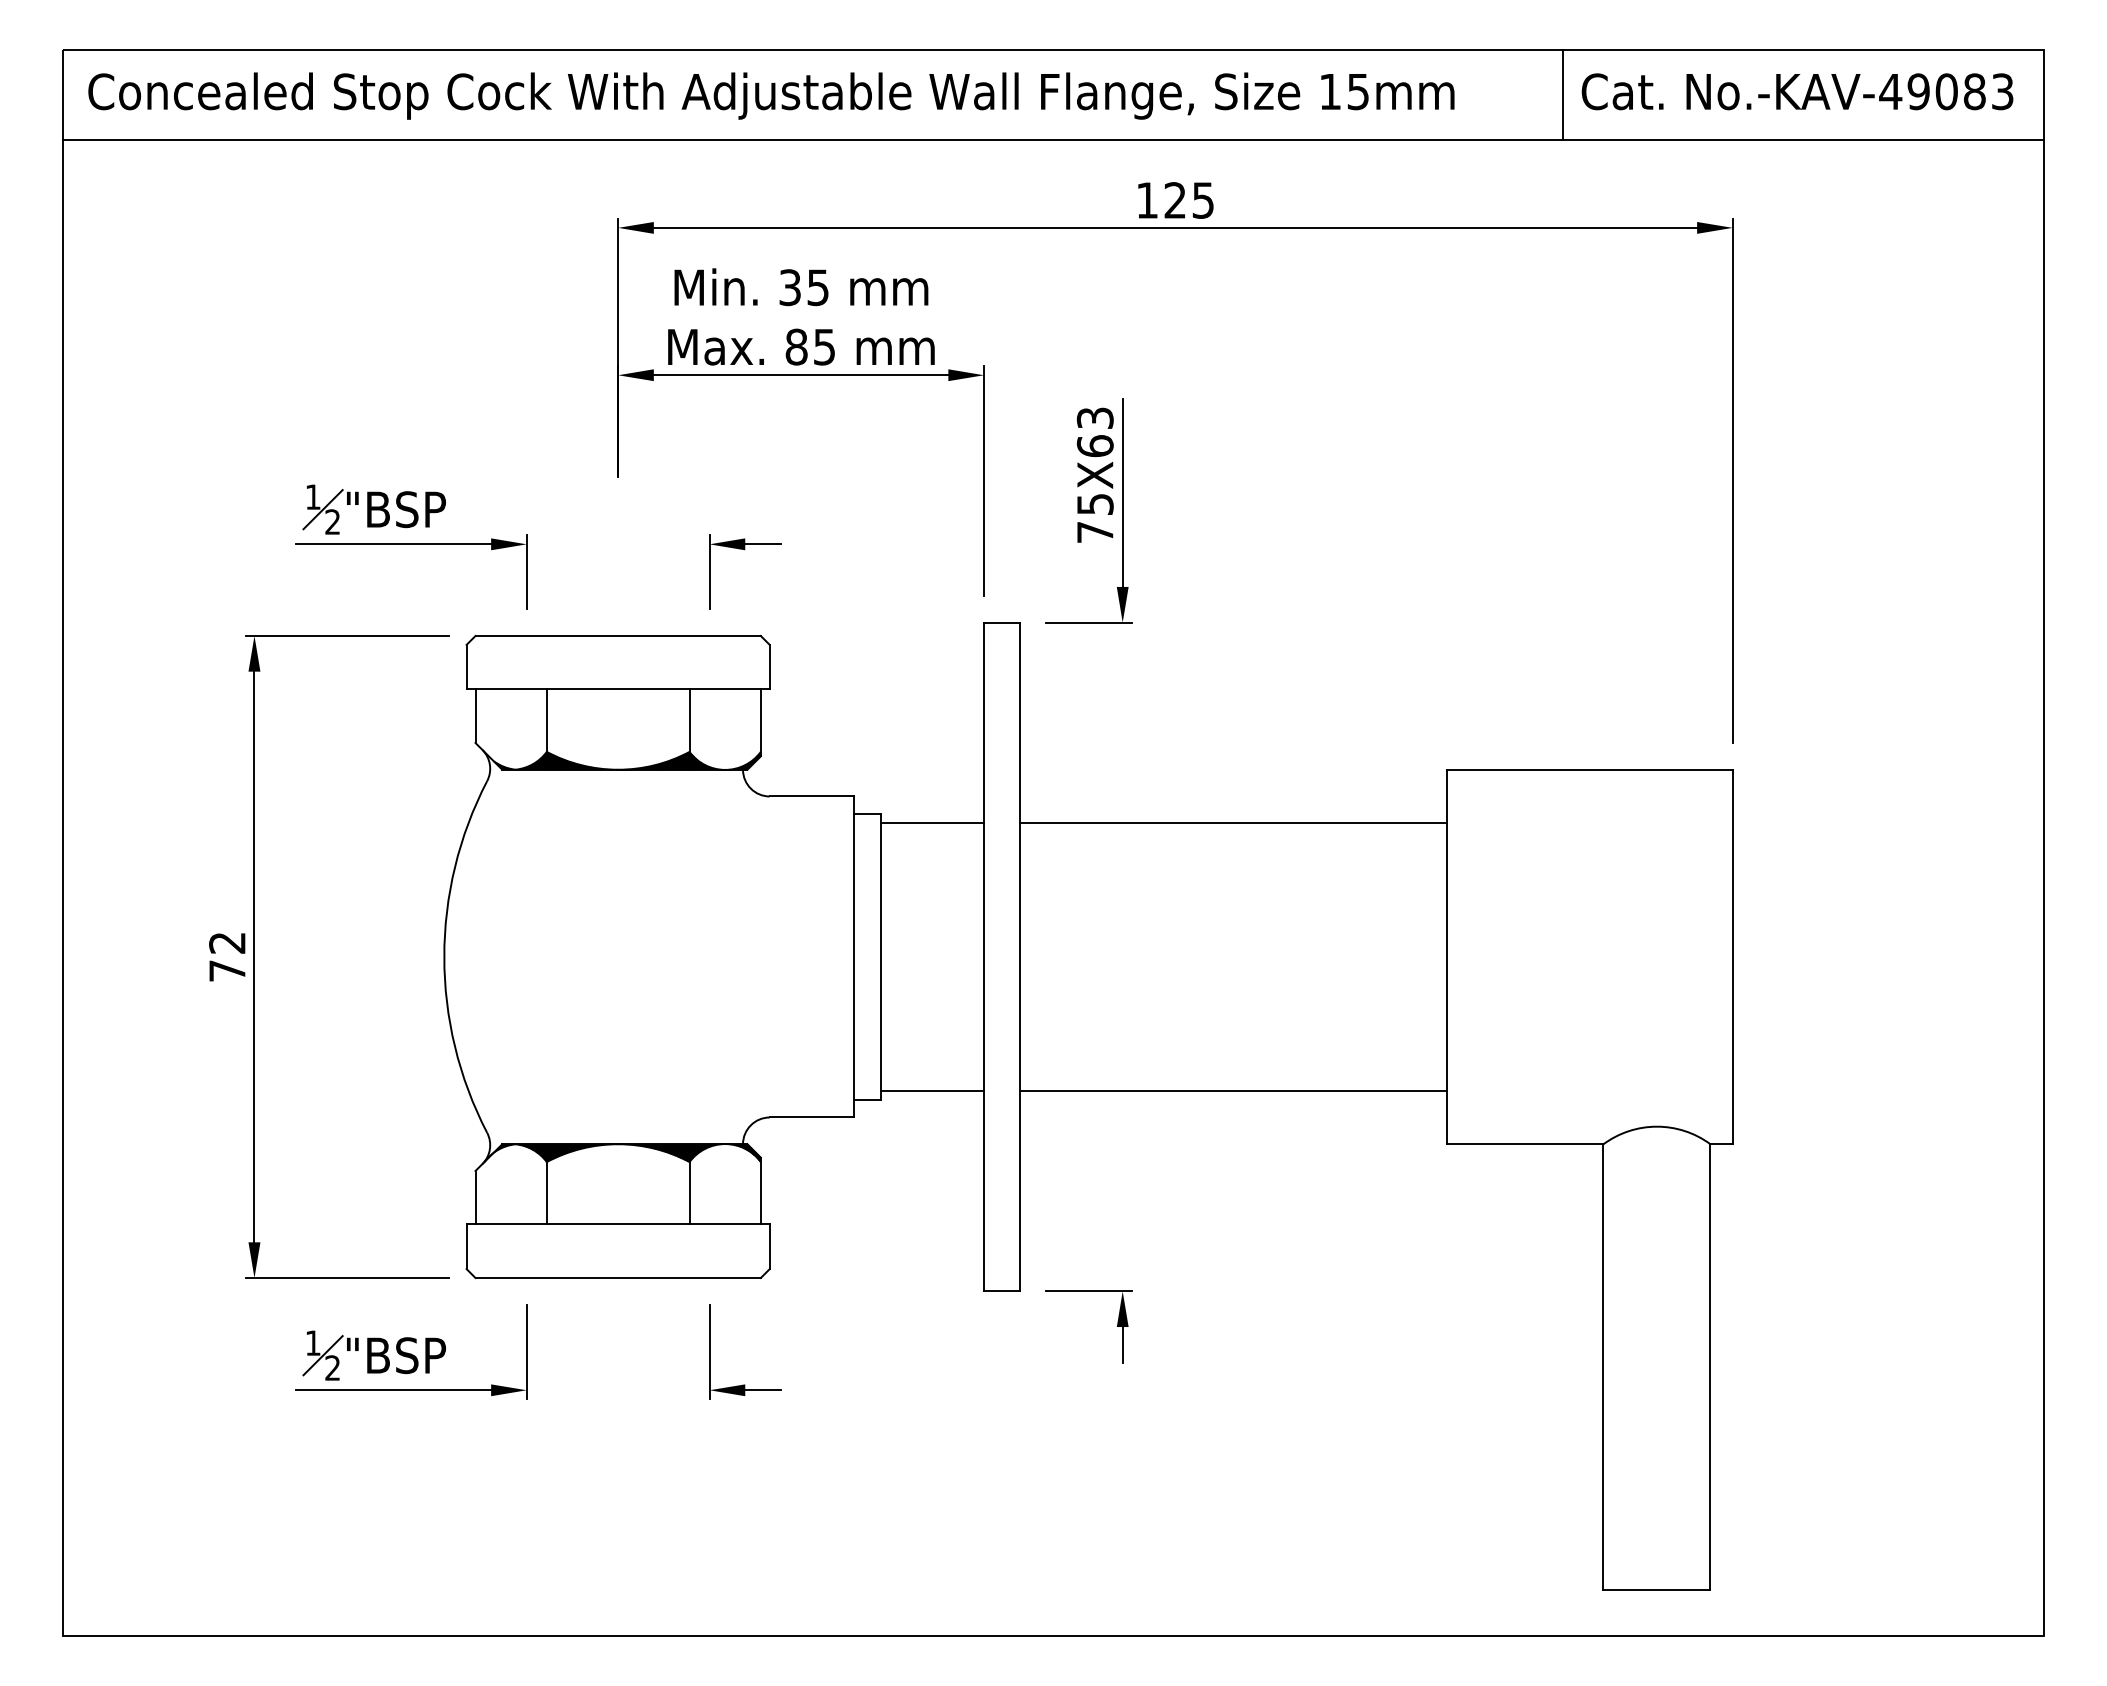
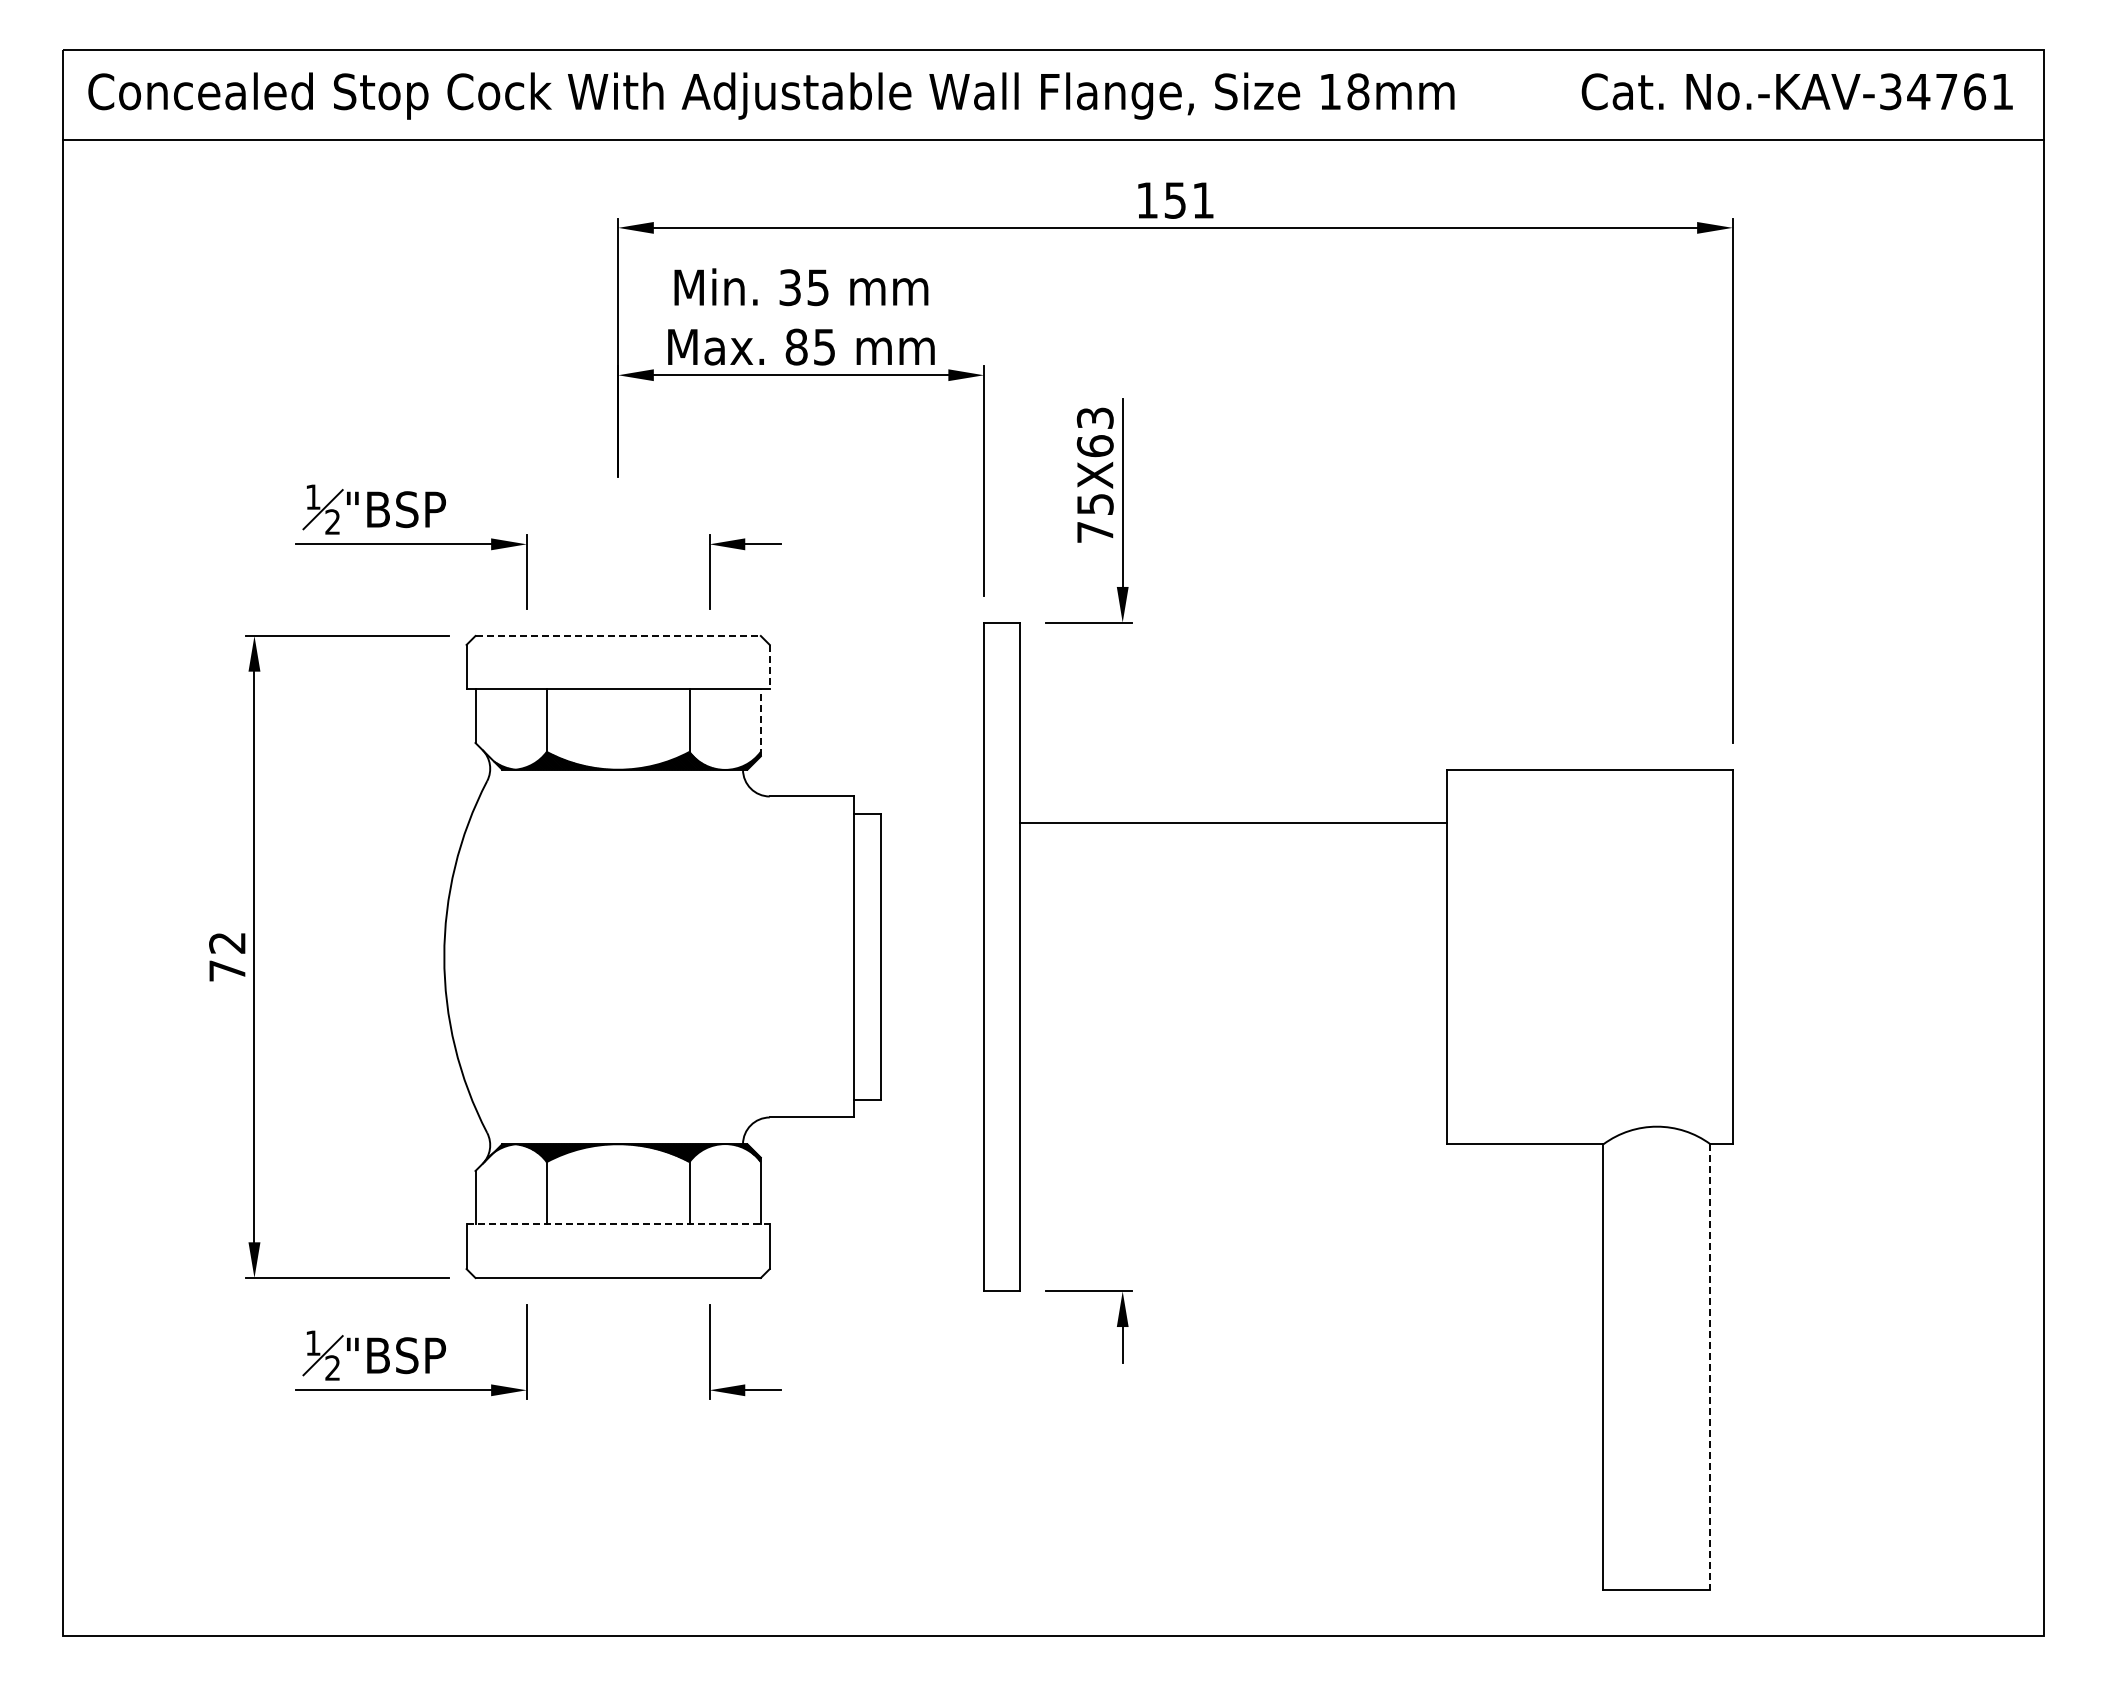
text at (1358, 91): 15mm -> 18mm
text at (1946, 91): No.-KAV-49083 -> No.-KAV-34761
line at (1563, 94): present -> none
text at (1188, 200): 125 -> 151
line at (618, 635): solid -> dashed
line at (769, 667): solid -> dashed
line at (760, 722): solid -> dashed
line at (932, 823): present -> none
line at (932, 1090): present -> none
line at (1233, 1090): present -> none
line at (618, 1224): solid -> dashed
line at (1710, 1367): solid -> dashed
